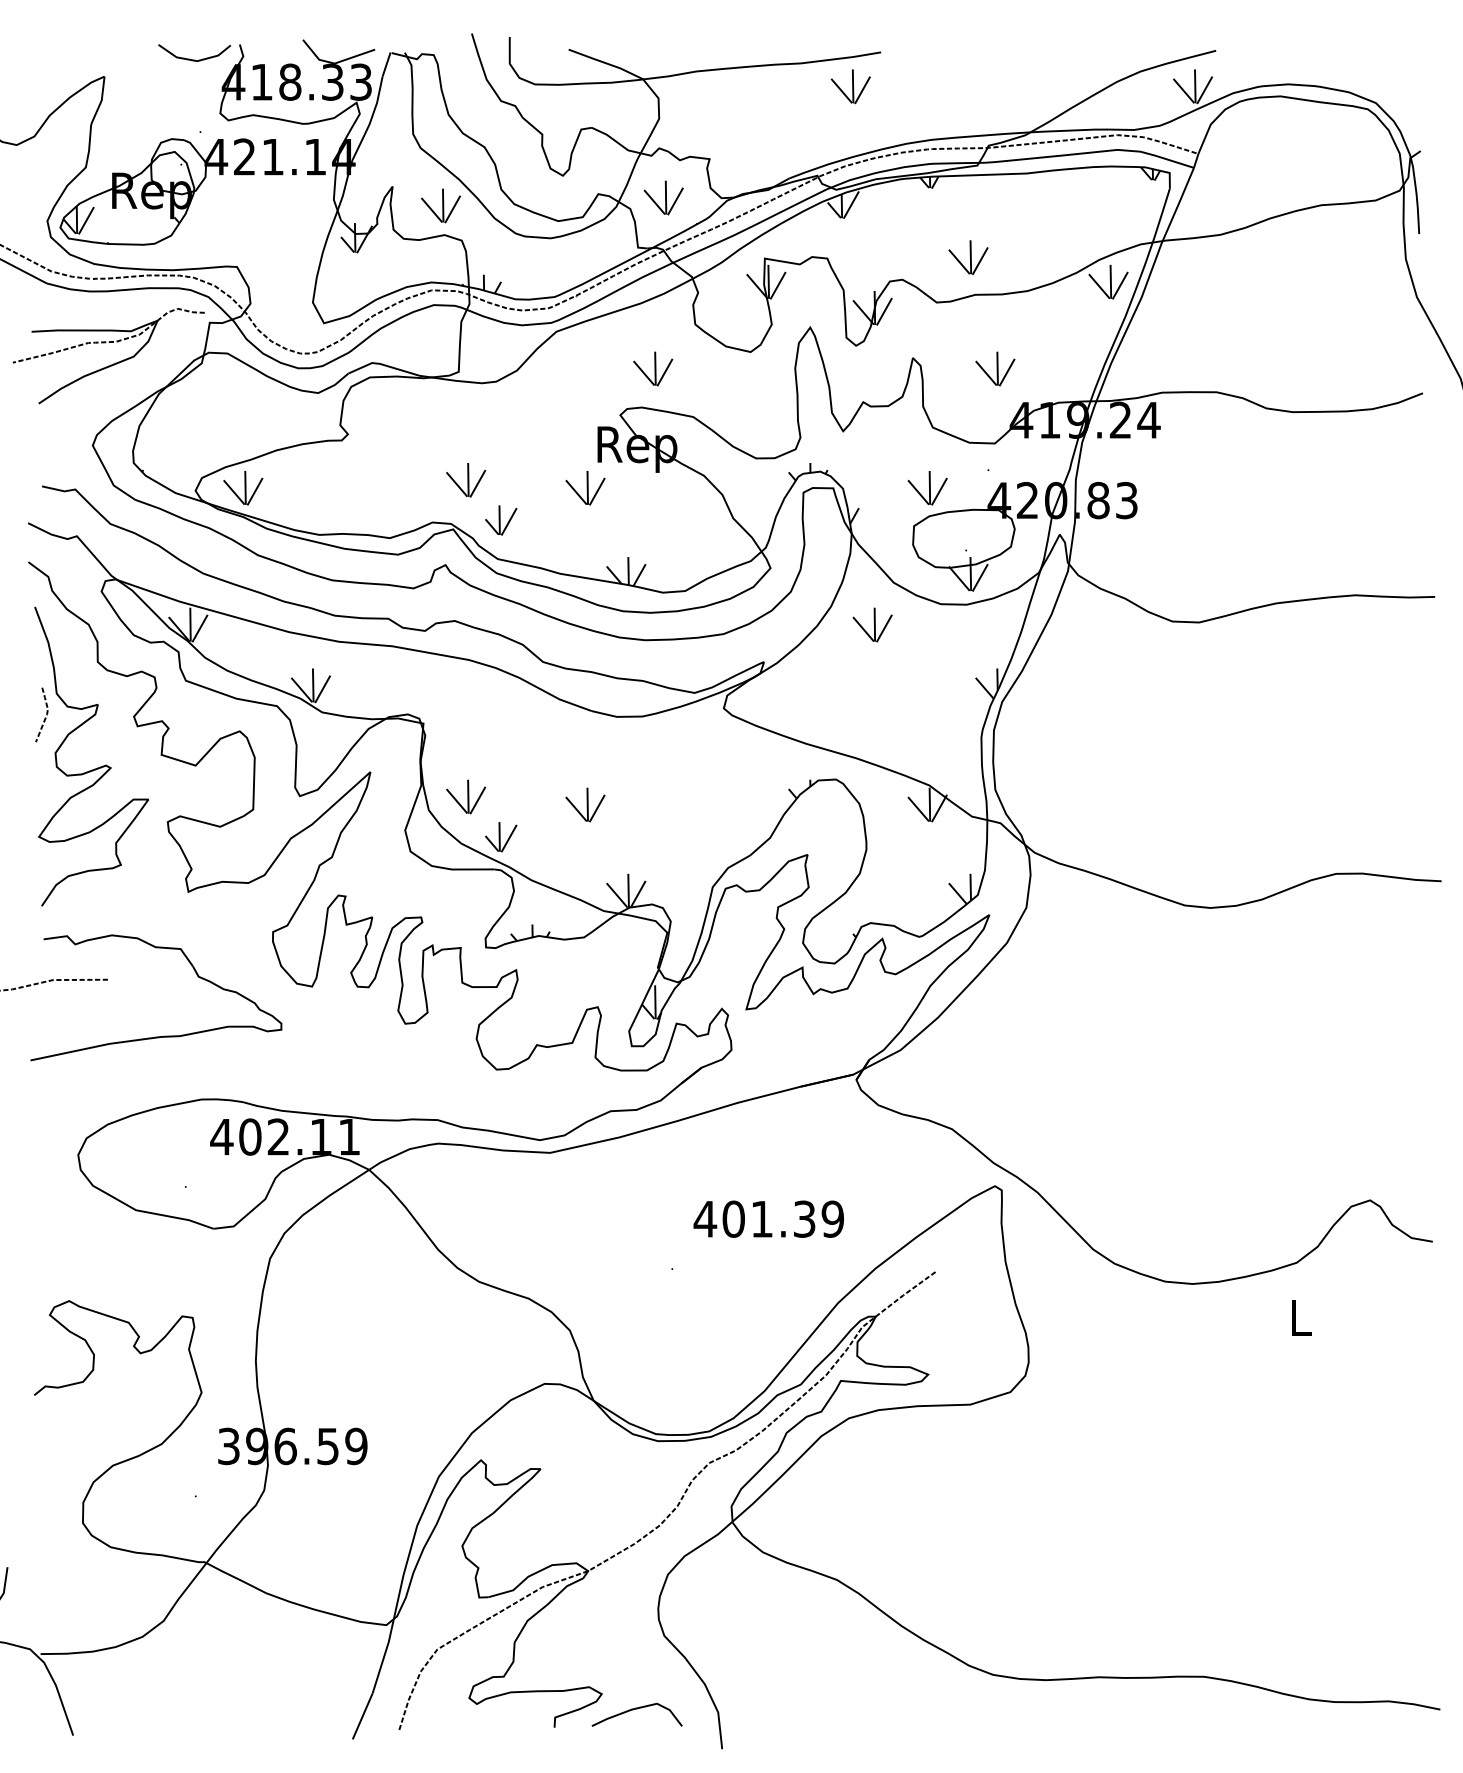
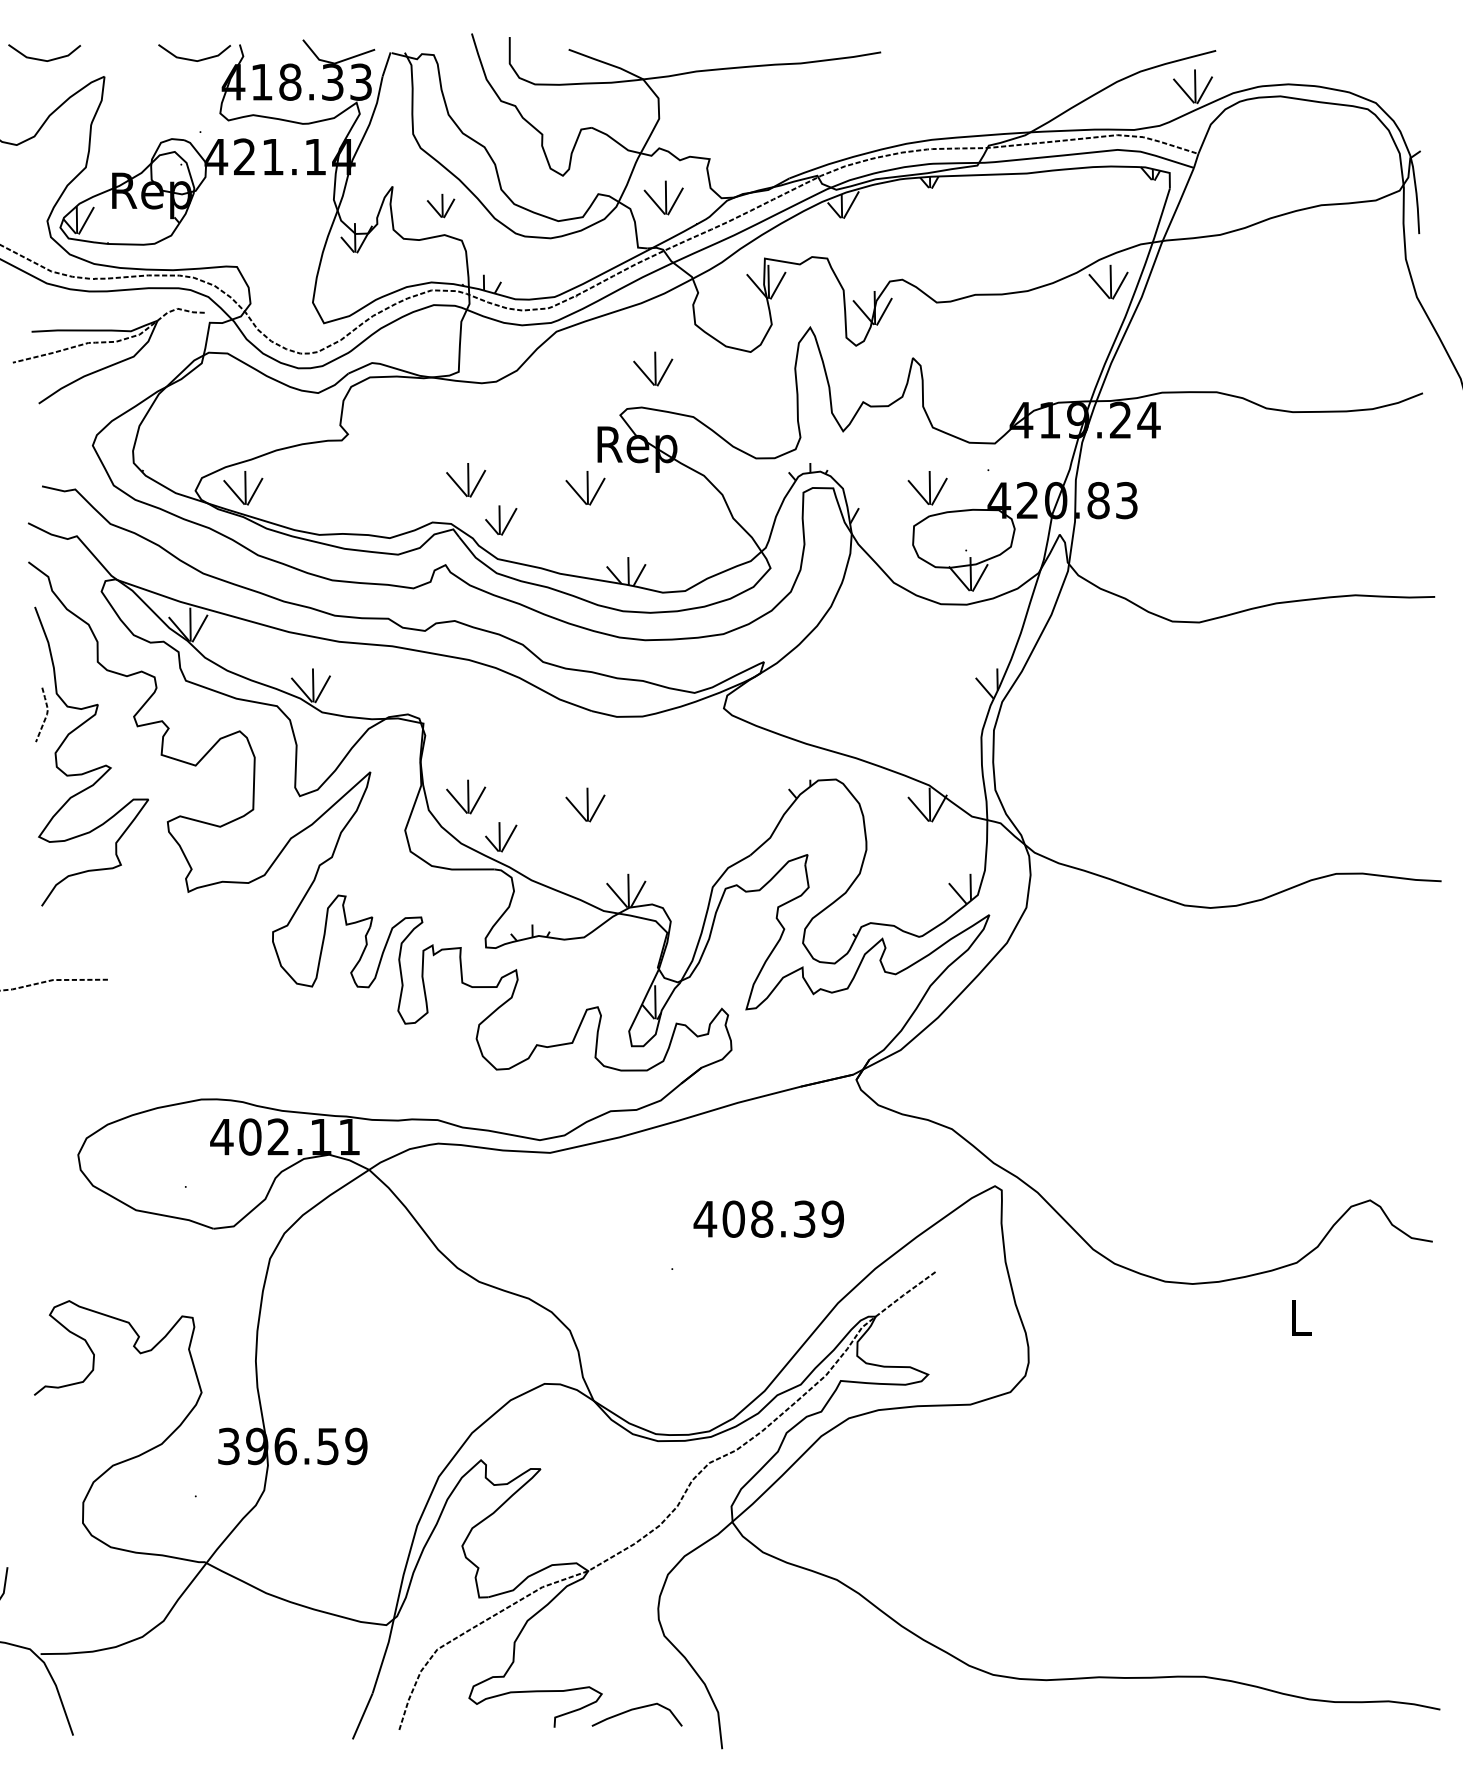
line at (44, 59): none -> present
part at (850, 86): present -> none
part at (440, 205) size: 40x36 px -> 29x26 px
part at (968, 257): present -> none
part at (995, 368): present -> none
part at (872, 624): present -> none
part at (164, 1035): present -> none
text at (762, 1218): 401.39 -> 408.39
